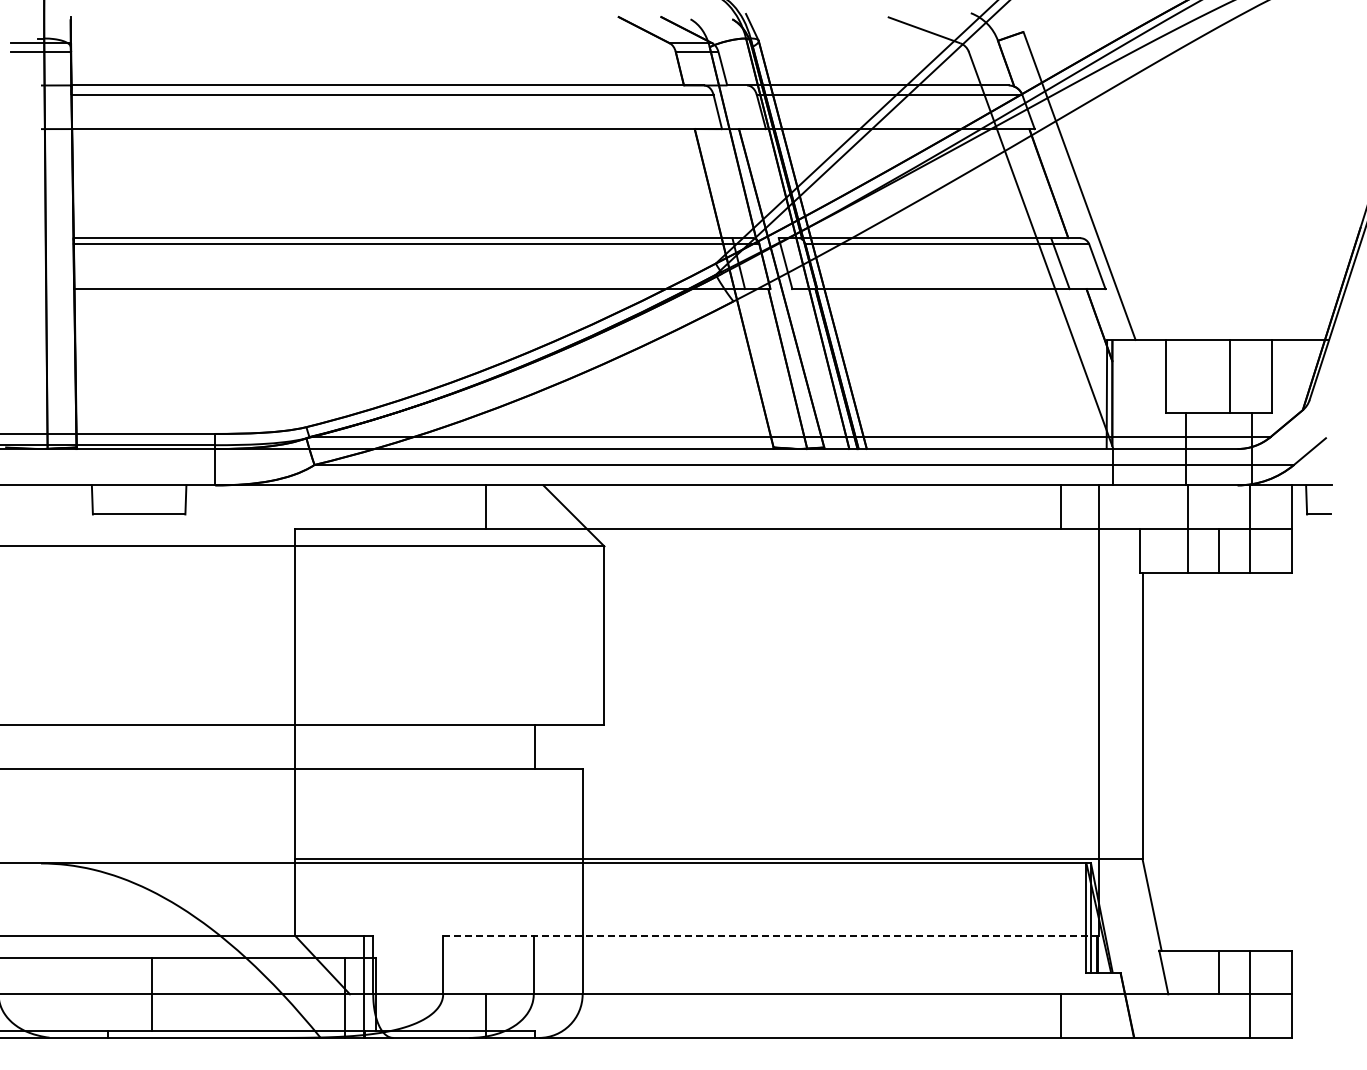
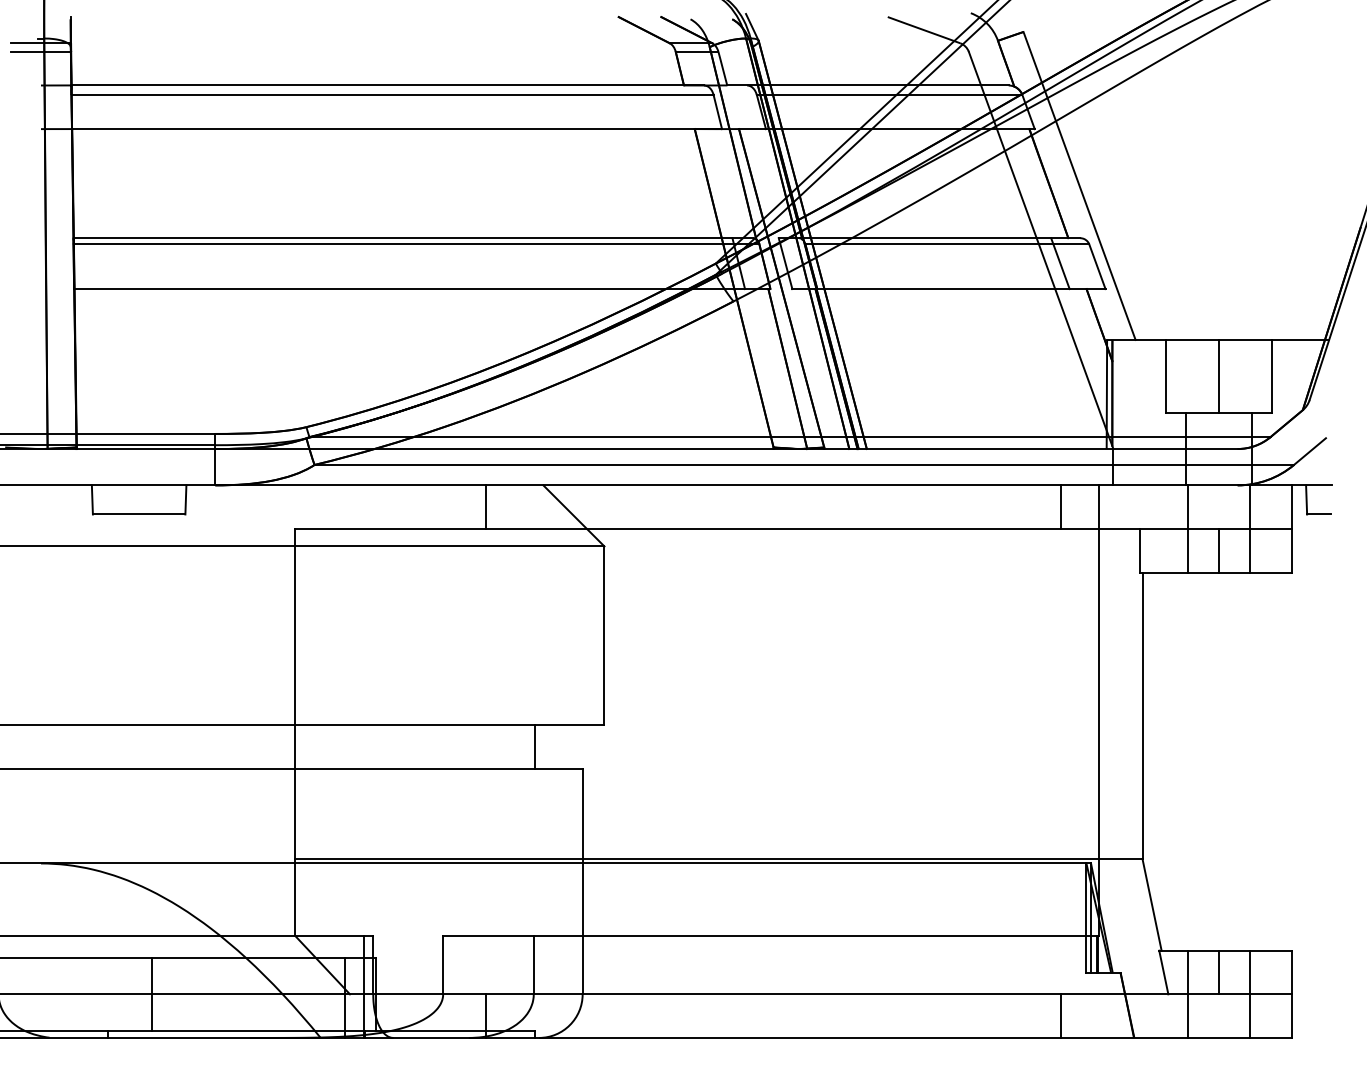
line at (1229, 375) position: (1229, 375) -> (1218, 375)
line at (771, 936): dashed -> solid
line at (1187, 993): none -> present
